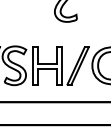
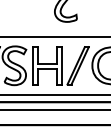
line at (54, 37): none -> present
line at (54, 94): none -> present
line at (54, 110): none -> present
